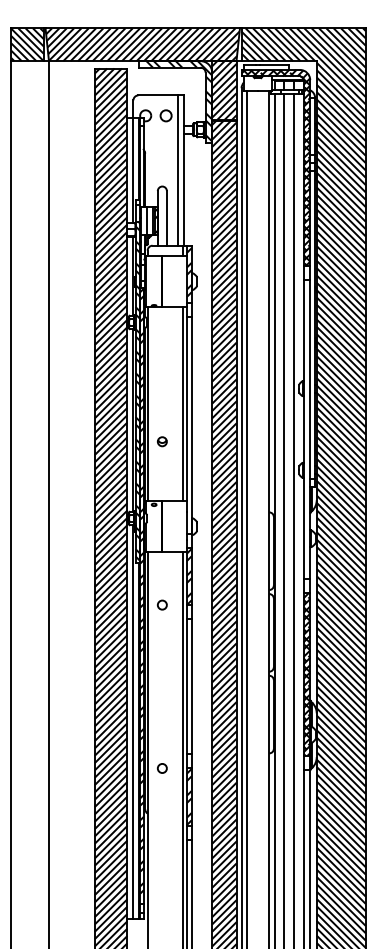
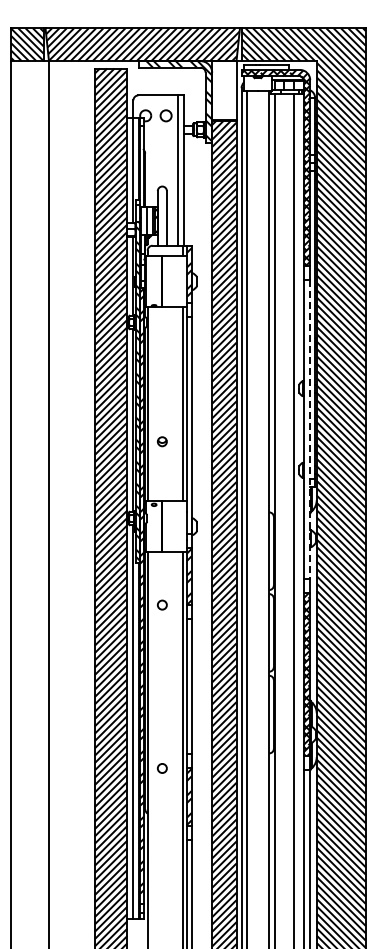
hatch at (224, 90): present -> none
line at (310, 429): solid -> dashed
line at (284, 519): present -> none
